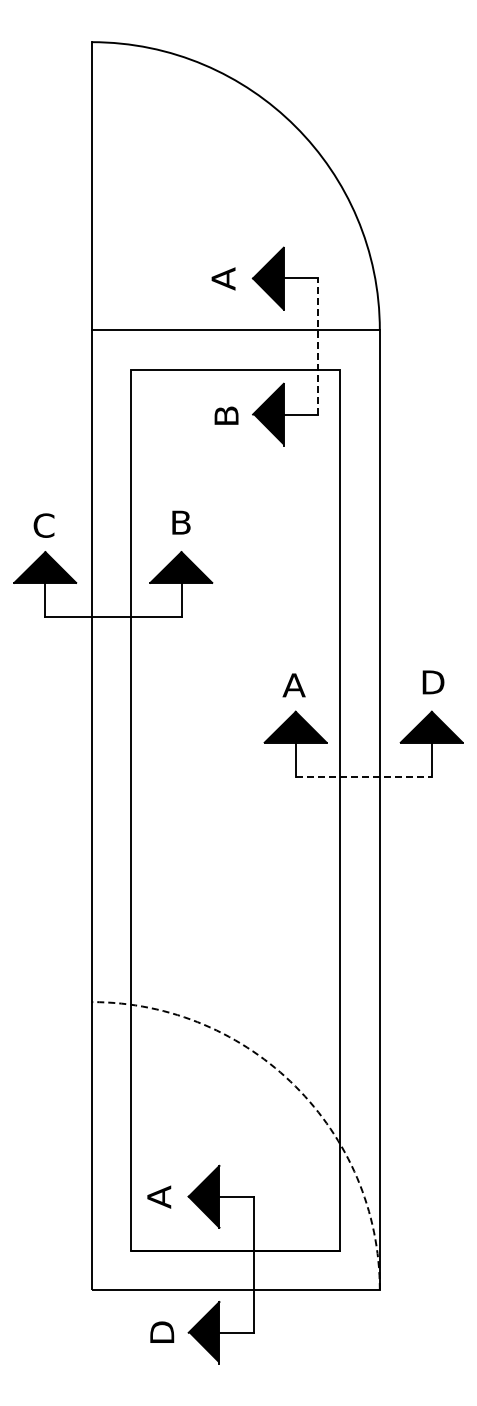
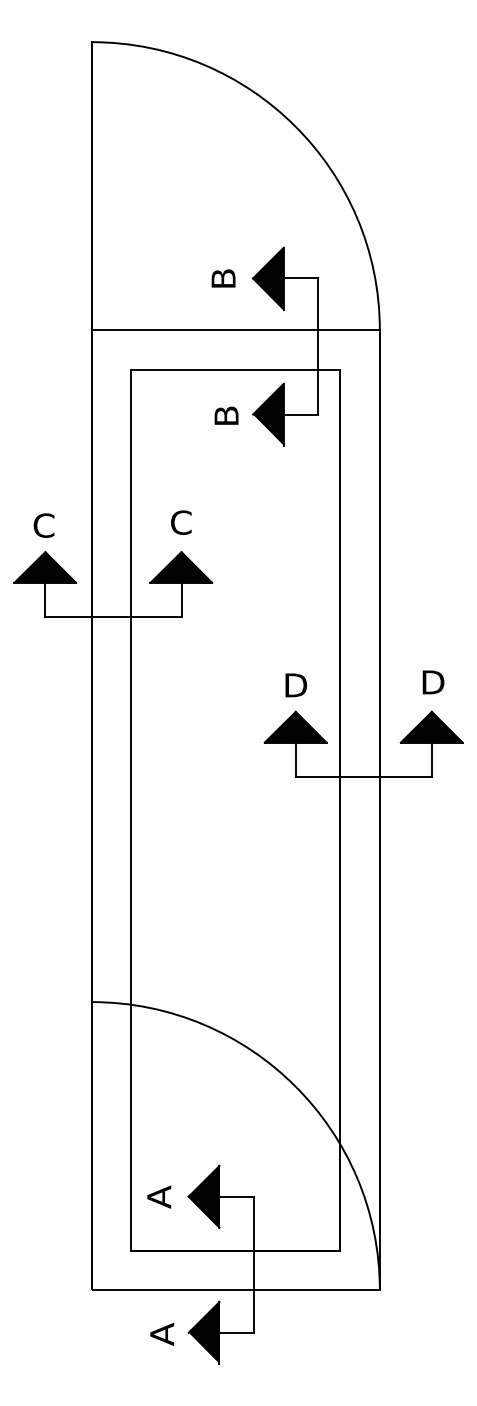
text at (223, 278): A -> B
line at (318, 346): dashed -> solid
text at (181, 522): B -> C
text at (294, 685): A -> D
line at (364, 777): dashed -> solid
arc at (295, 1086): dashed -> solid
text at (162, 1333): D -> A
